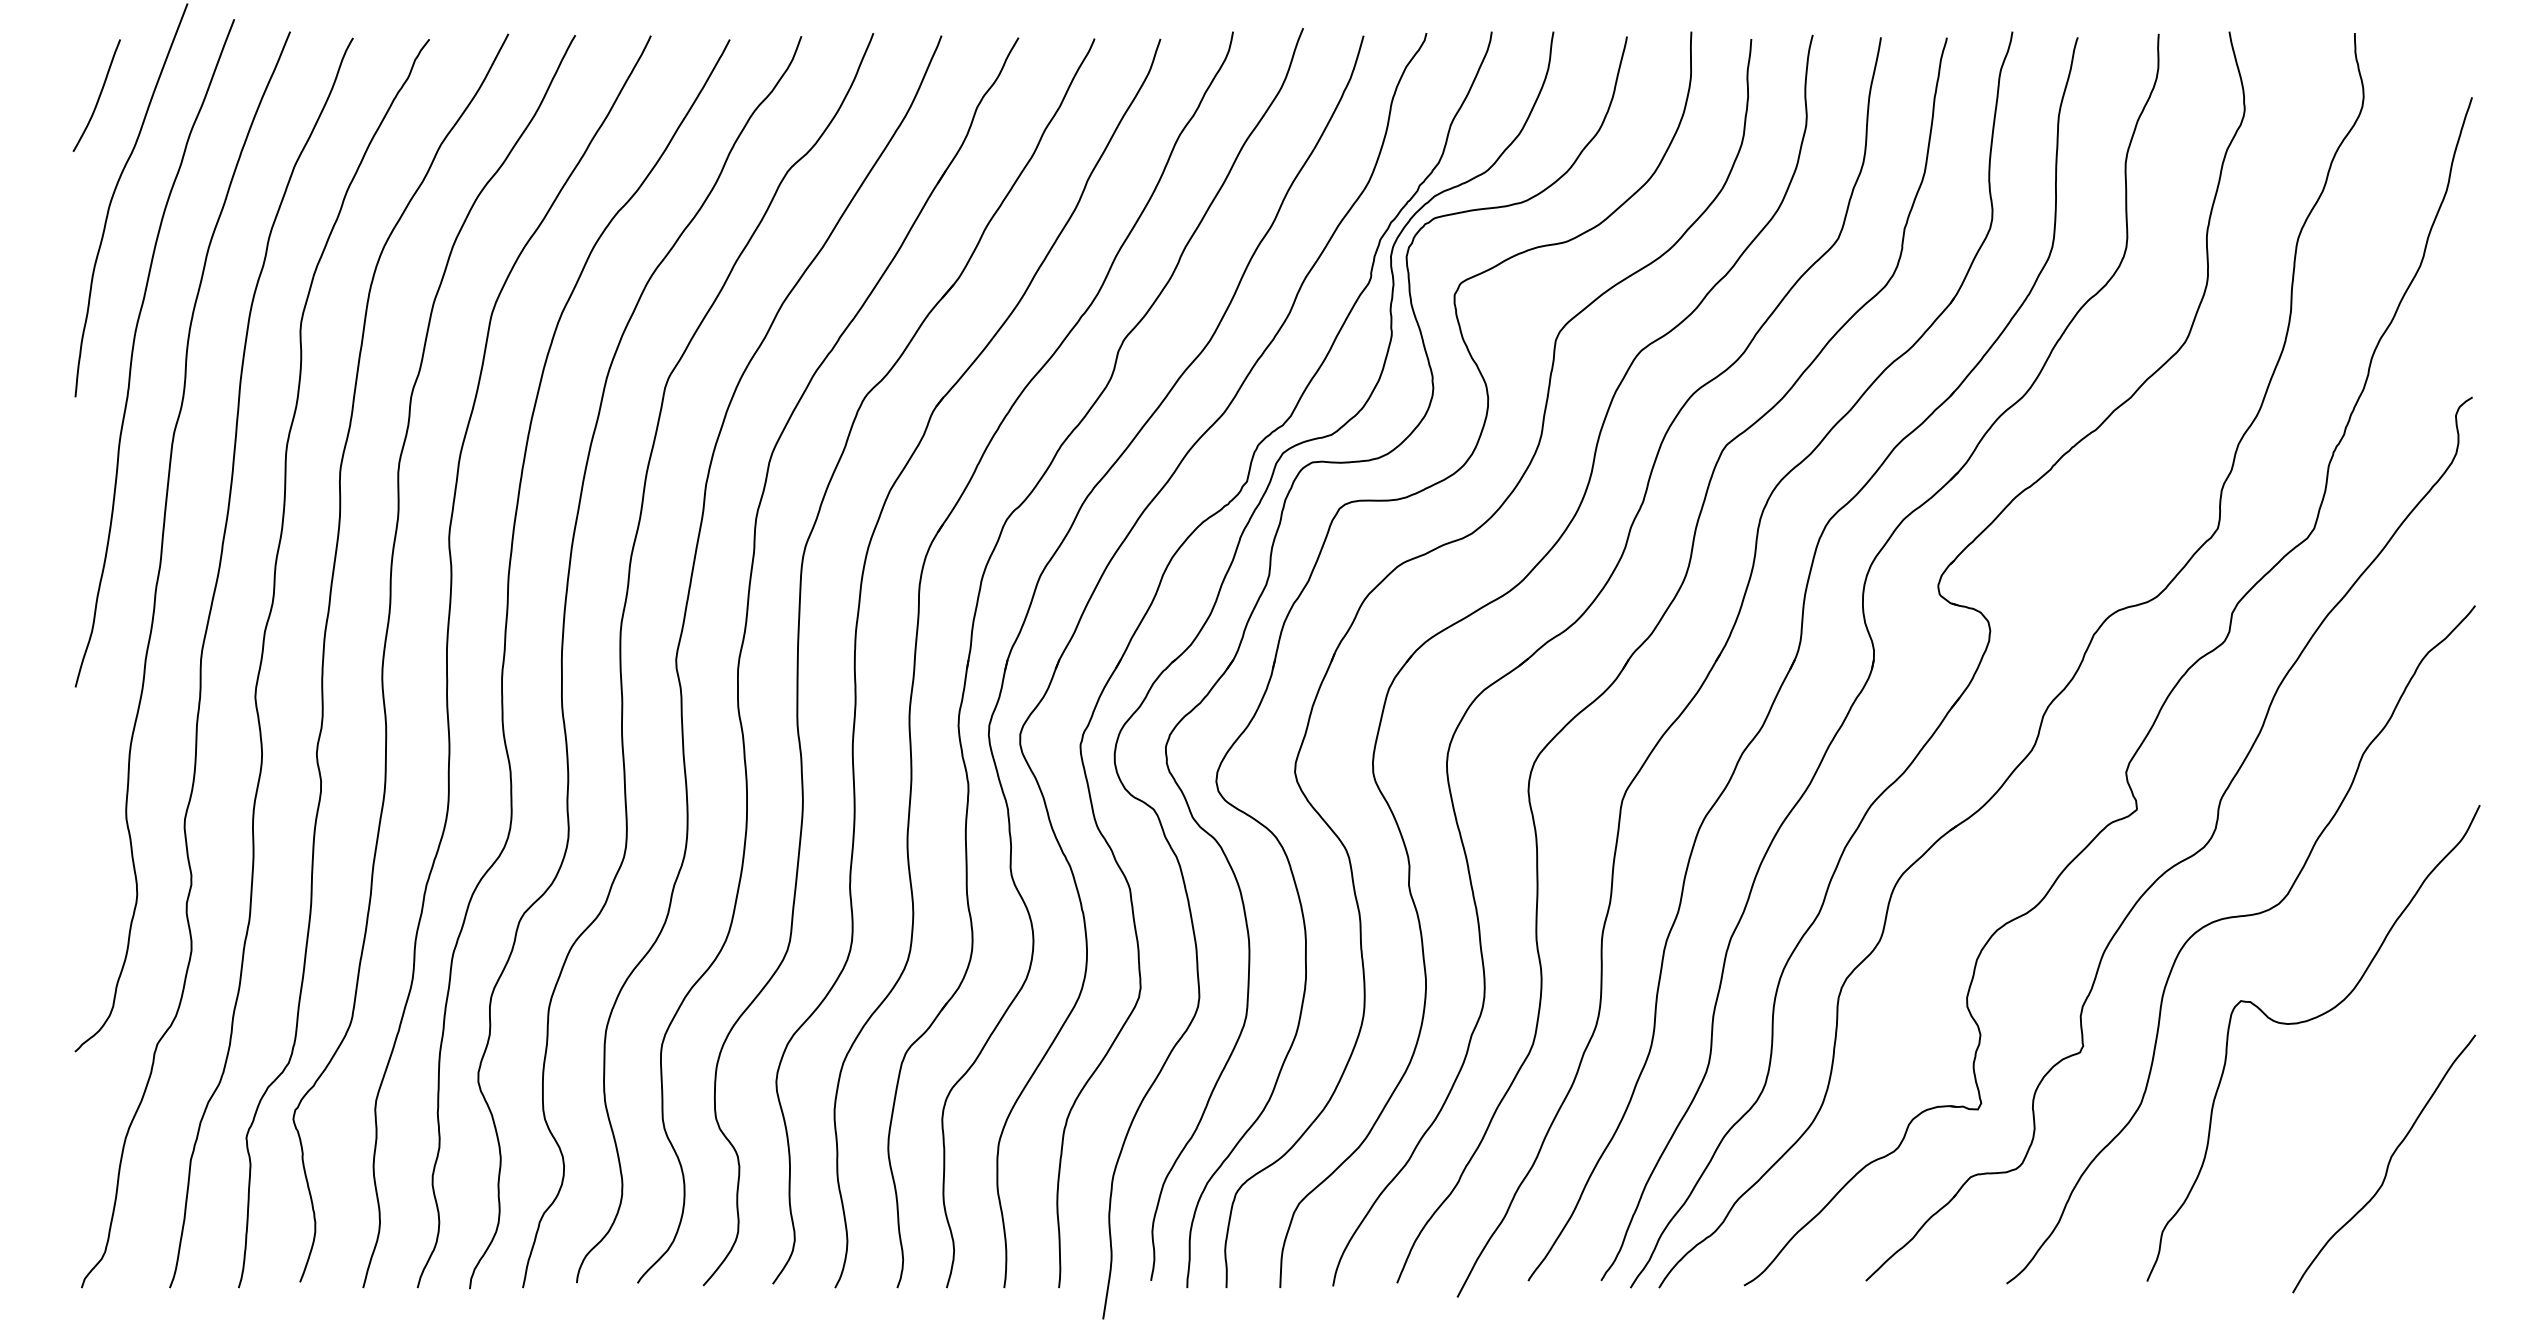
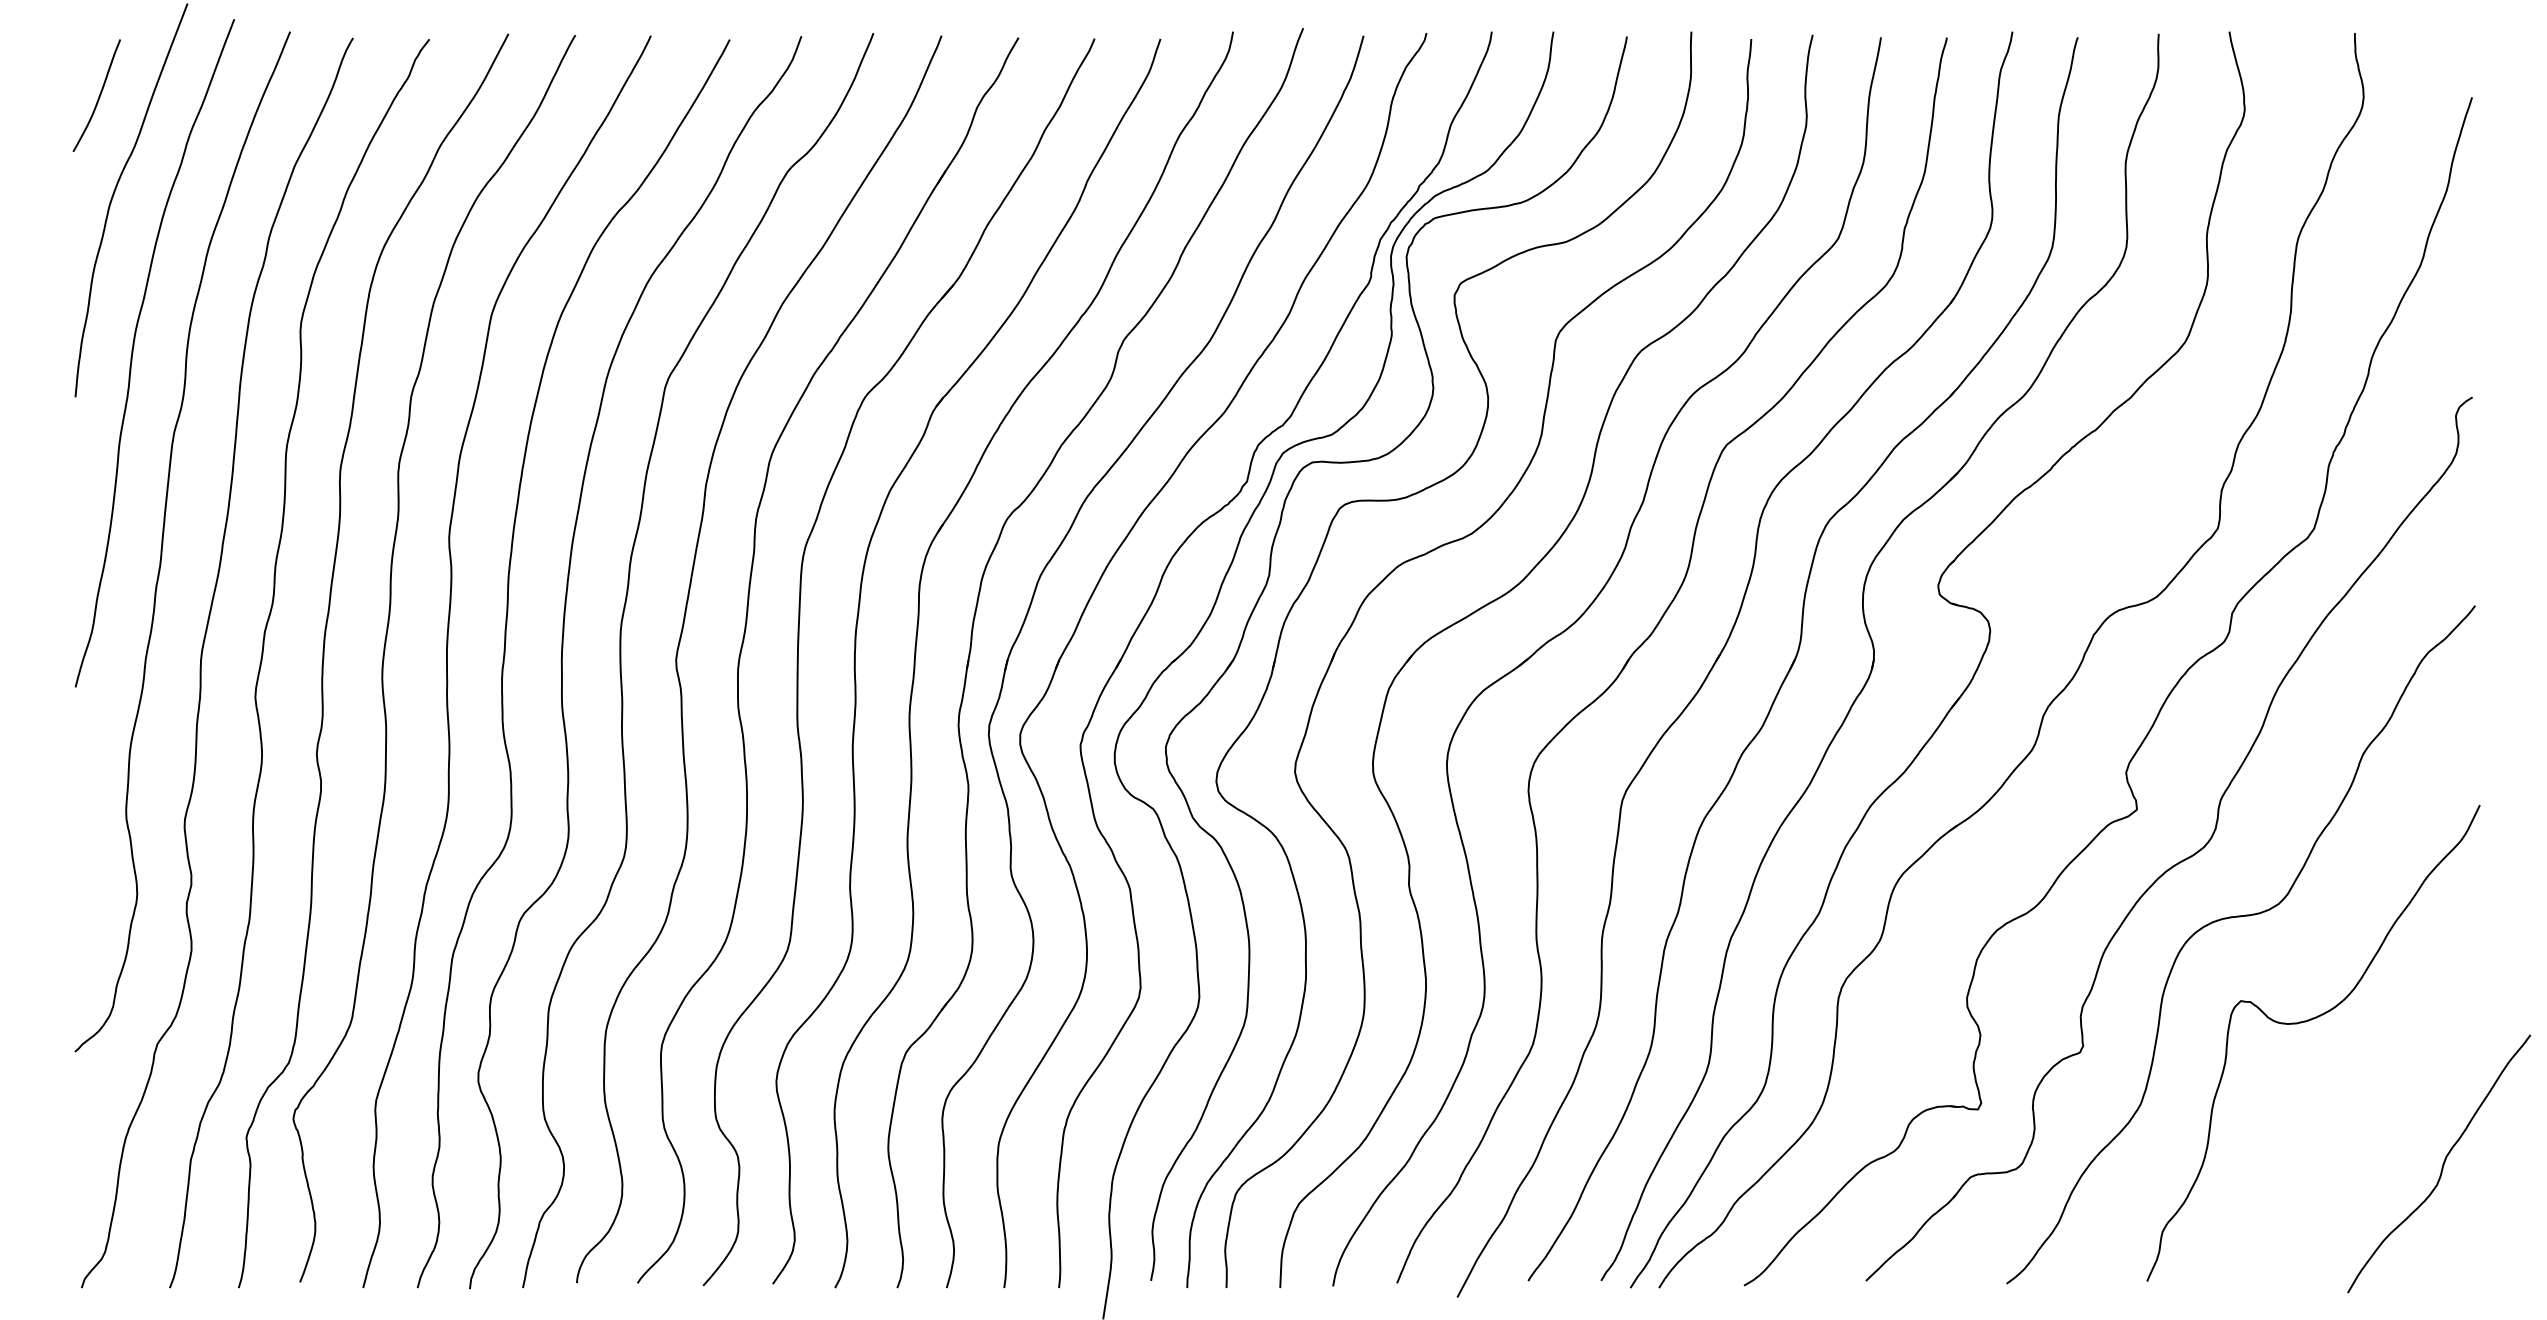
curve at (2387, 1164) position: (2387, 1164) -> (2442, 1164)
